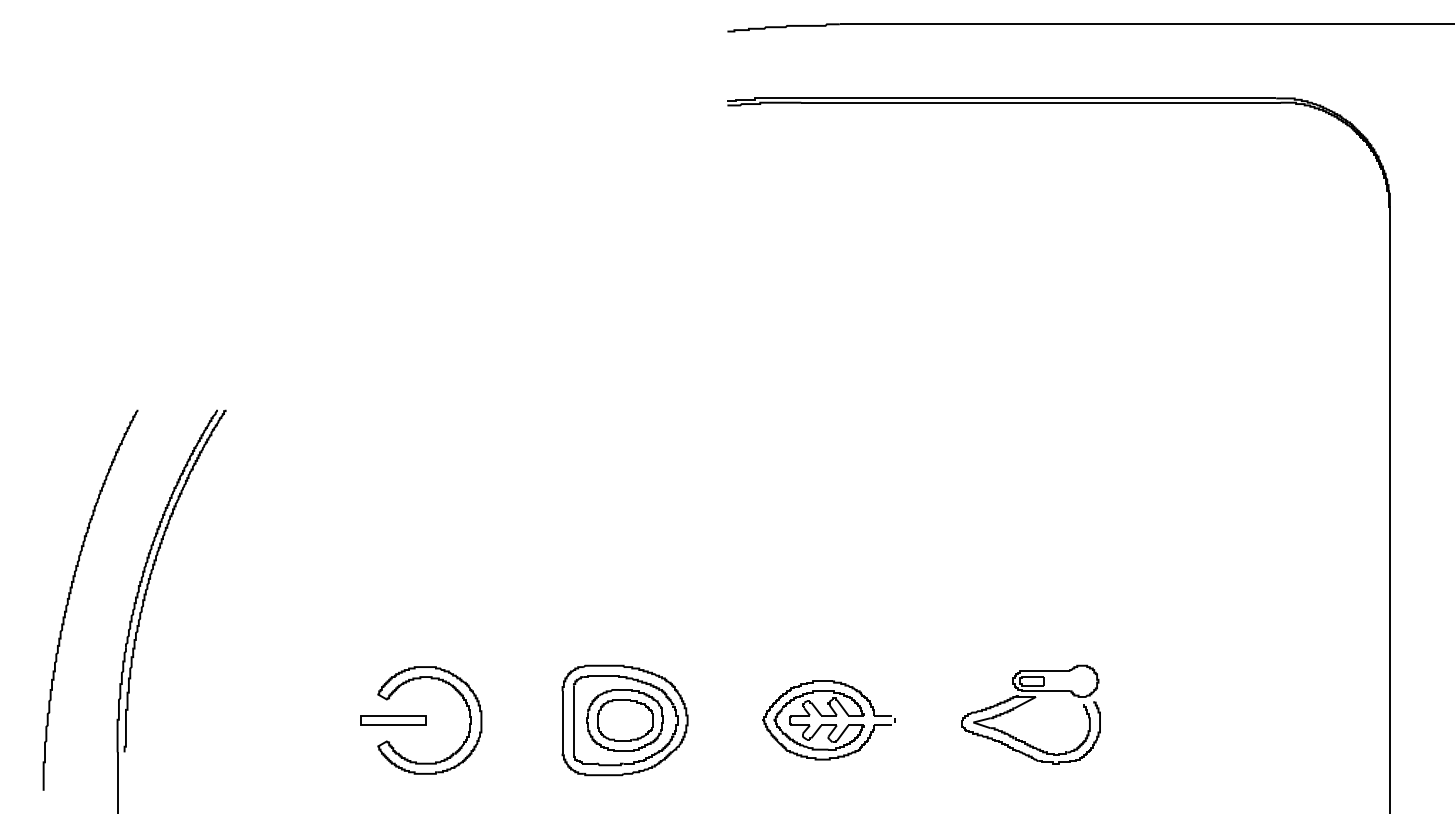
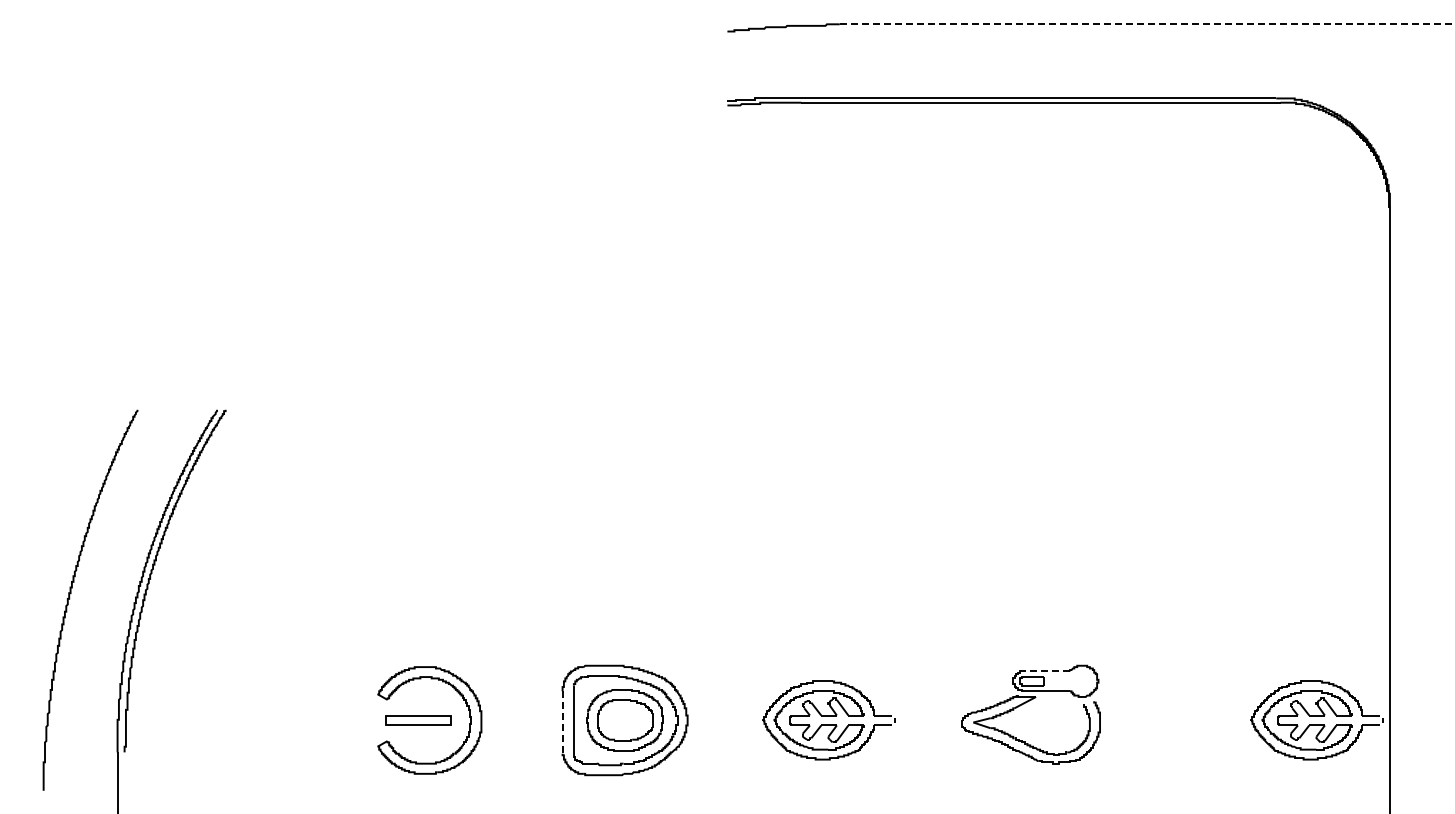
line at (1146, 24): solid -> dashed
line at (1046, 671): solid -> dashed
part at (393, 720) position: (393, 720) -> (418, 720)
part at (1316, 720): none -> present
line at (562, 723): solid -> dashed
